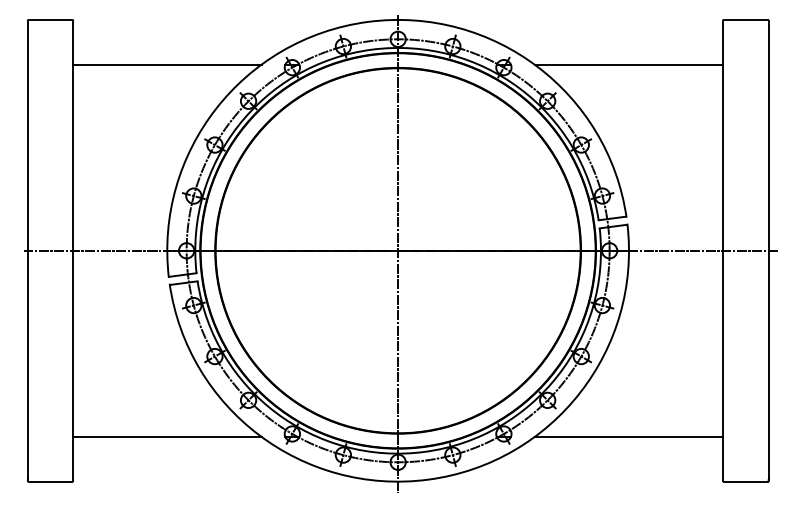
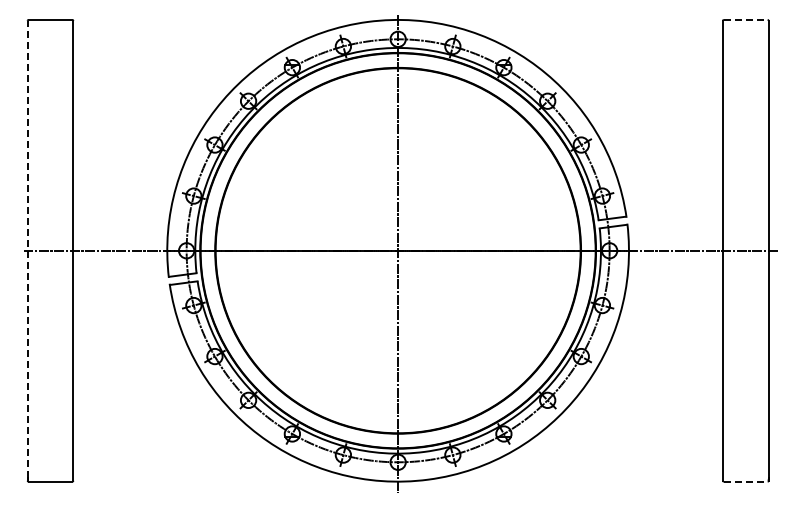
line at (745, 19): solid -> dashed
line at (167, 64): present -> none
line at (628, 64): present -> none
line at (27, 249): solid -> dashed
line at (167, 436): present -> none
line at (628, 436): present -> none
line at (745, 481): solid -> dashed
